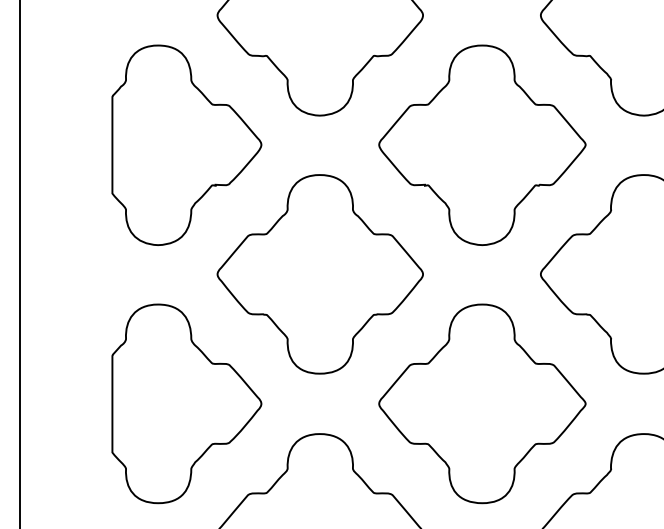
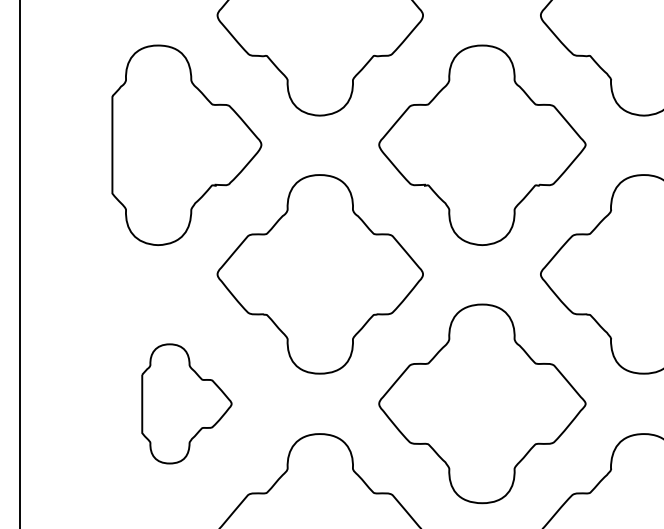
part at (186, 403) size: 152x202 px -> 92x122 px
